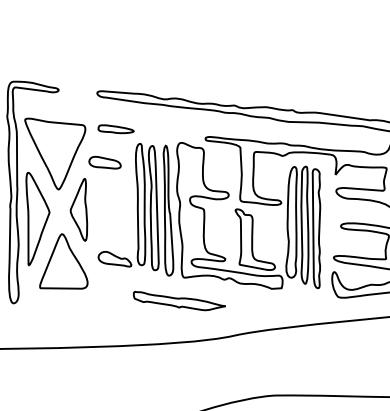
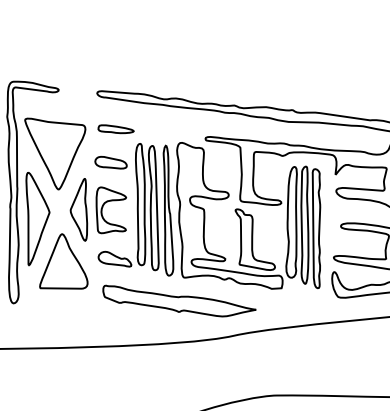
part at (104, 162) position: (104, 162) -> (110, 162)
part at (103, 207): none -> present
part at (178, 300) size: 94x22 px -> 155x34 px
